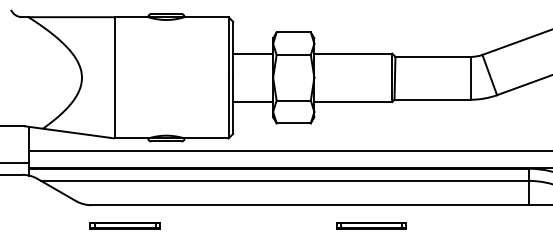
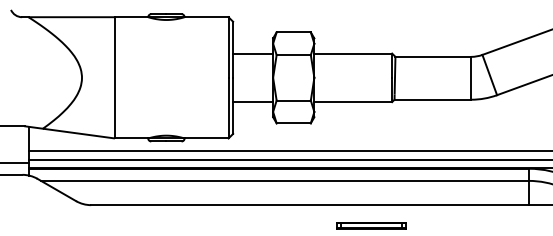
line at (288, 159): none -> present
part at (125, 225): present -> none
